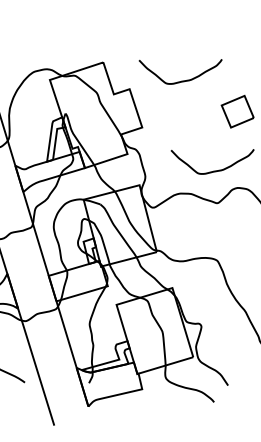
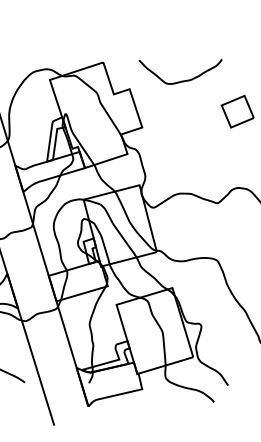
curve at (213, 170): present -> none
